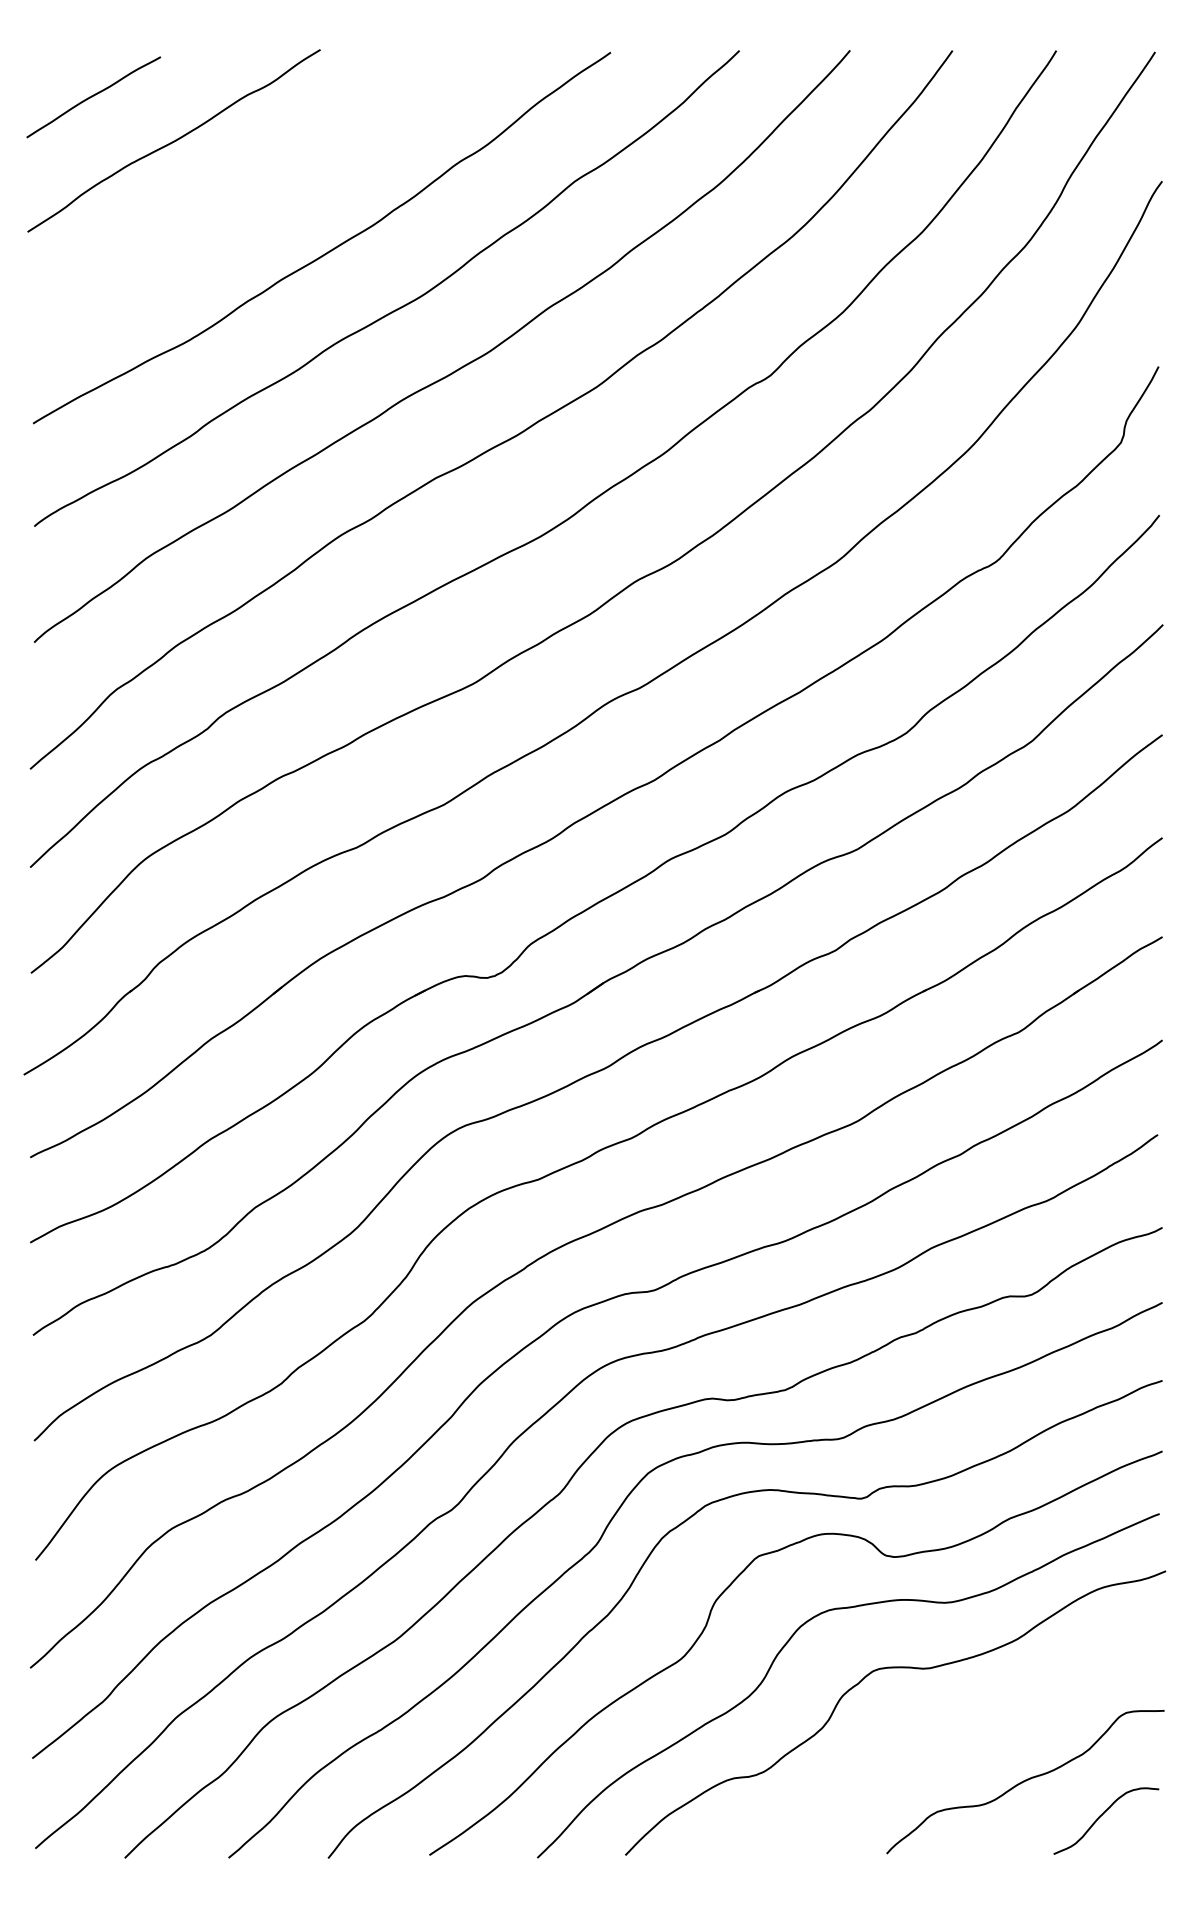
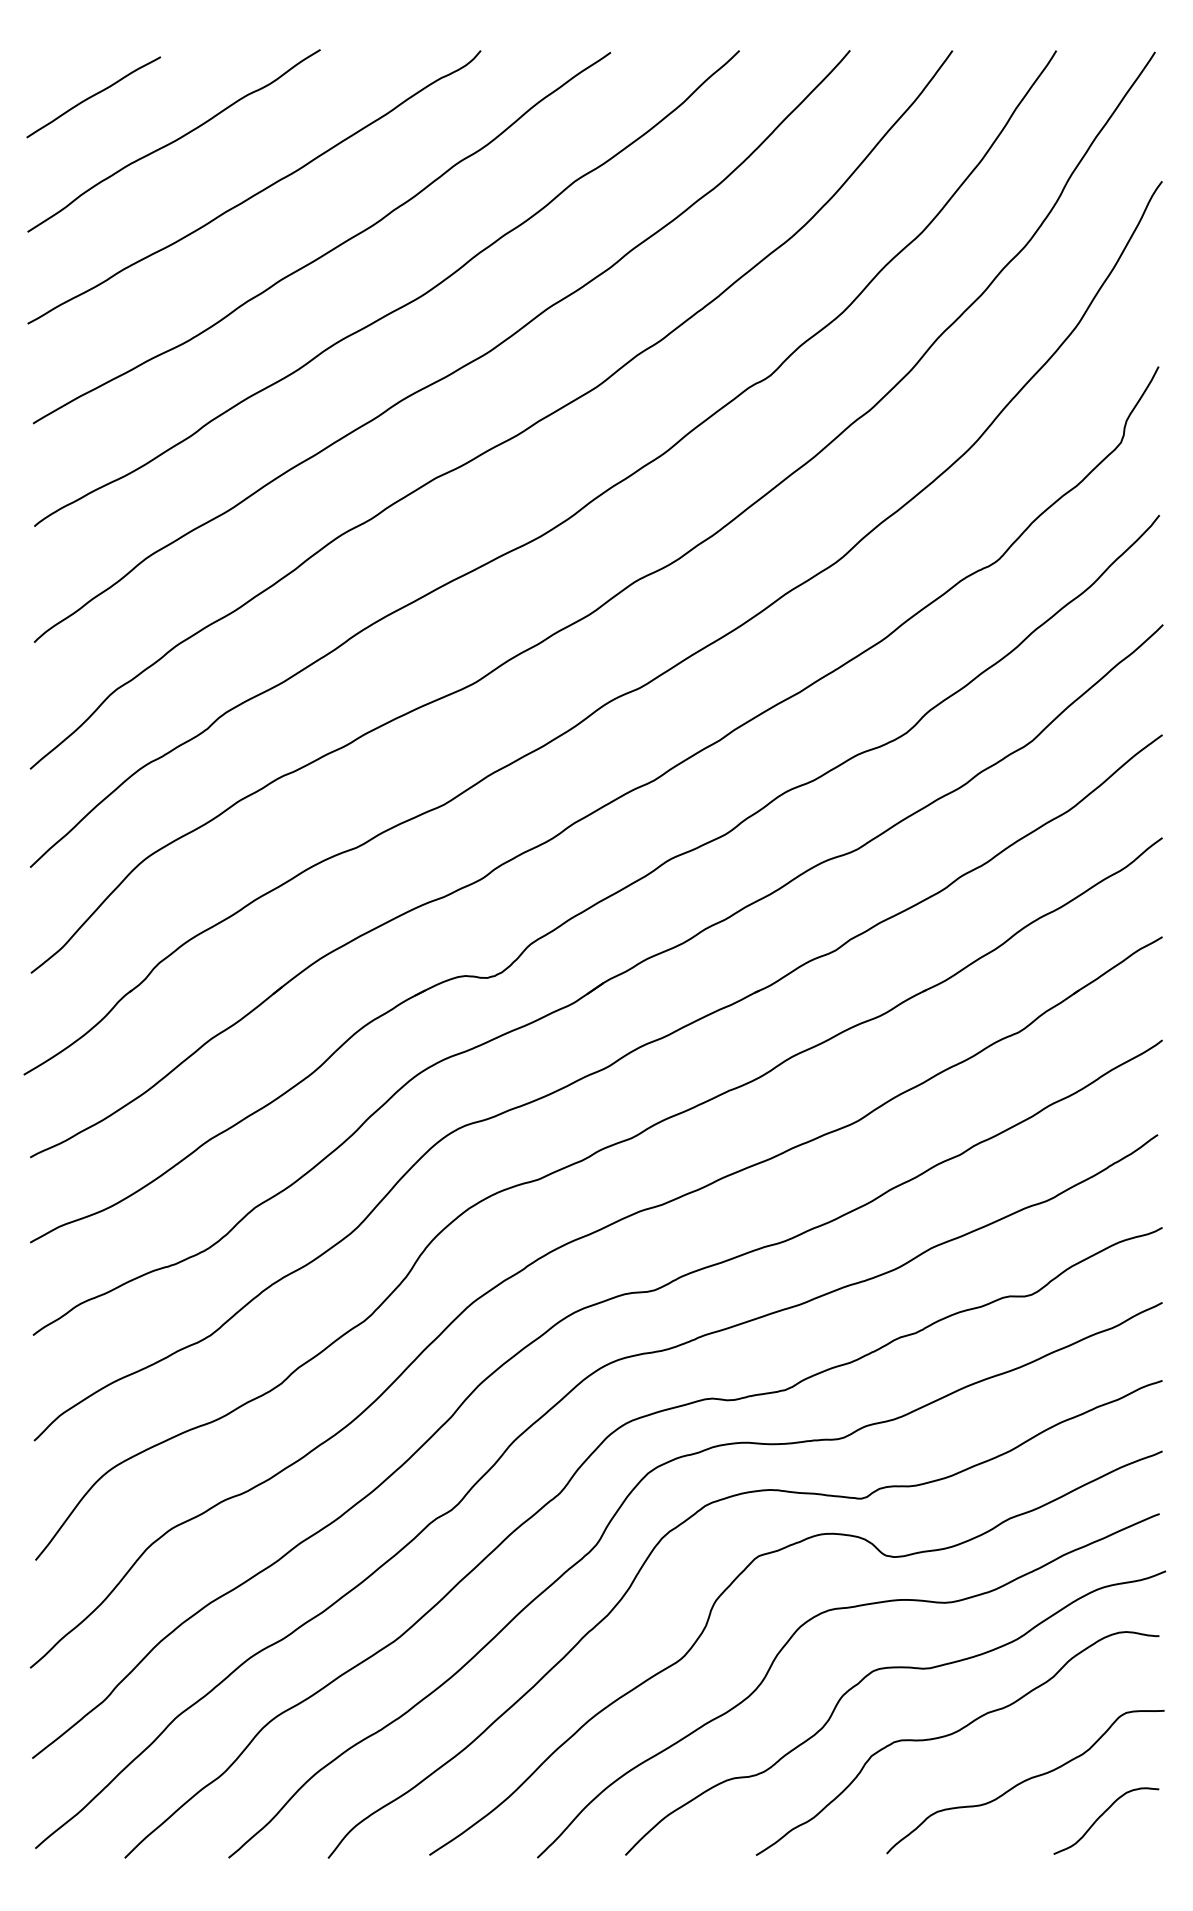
curve at (258, 191): none -> present
curve at (953, 1734): none -> present
